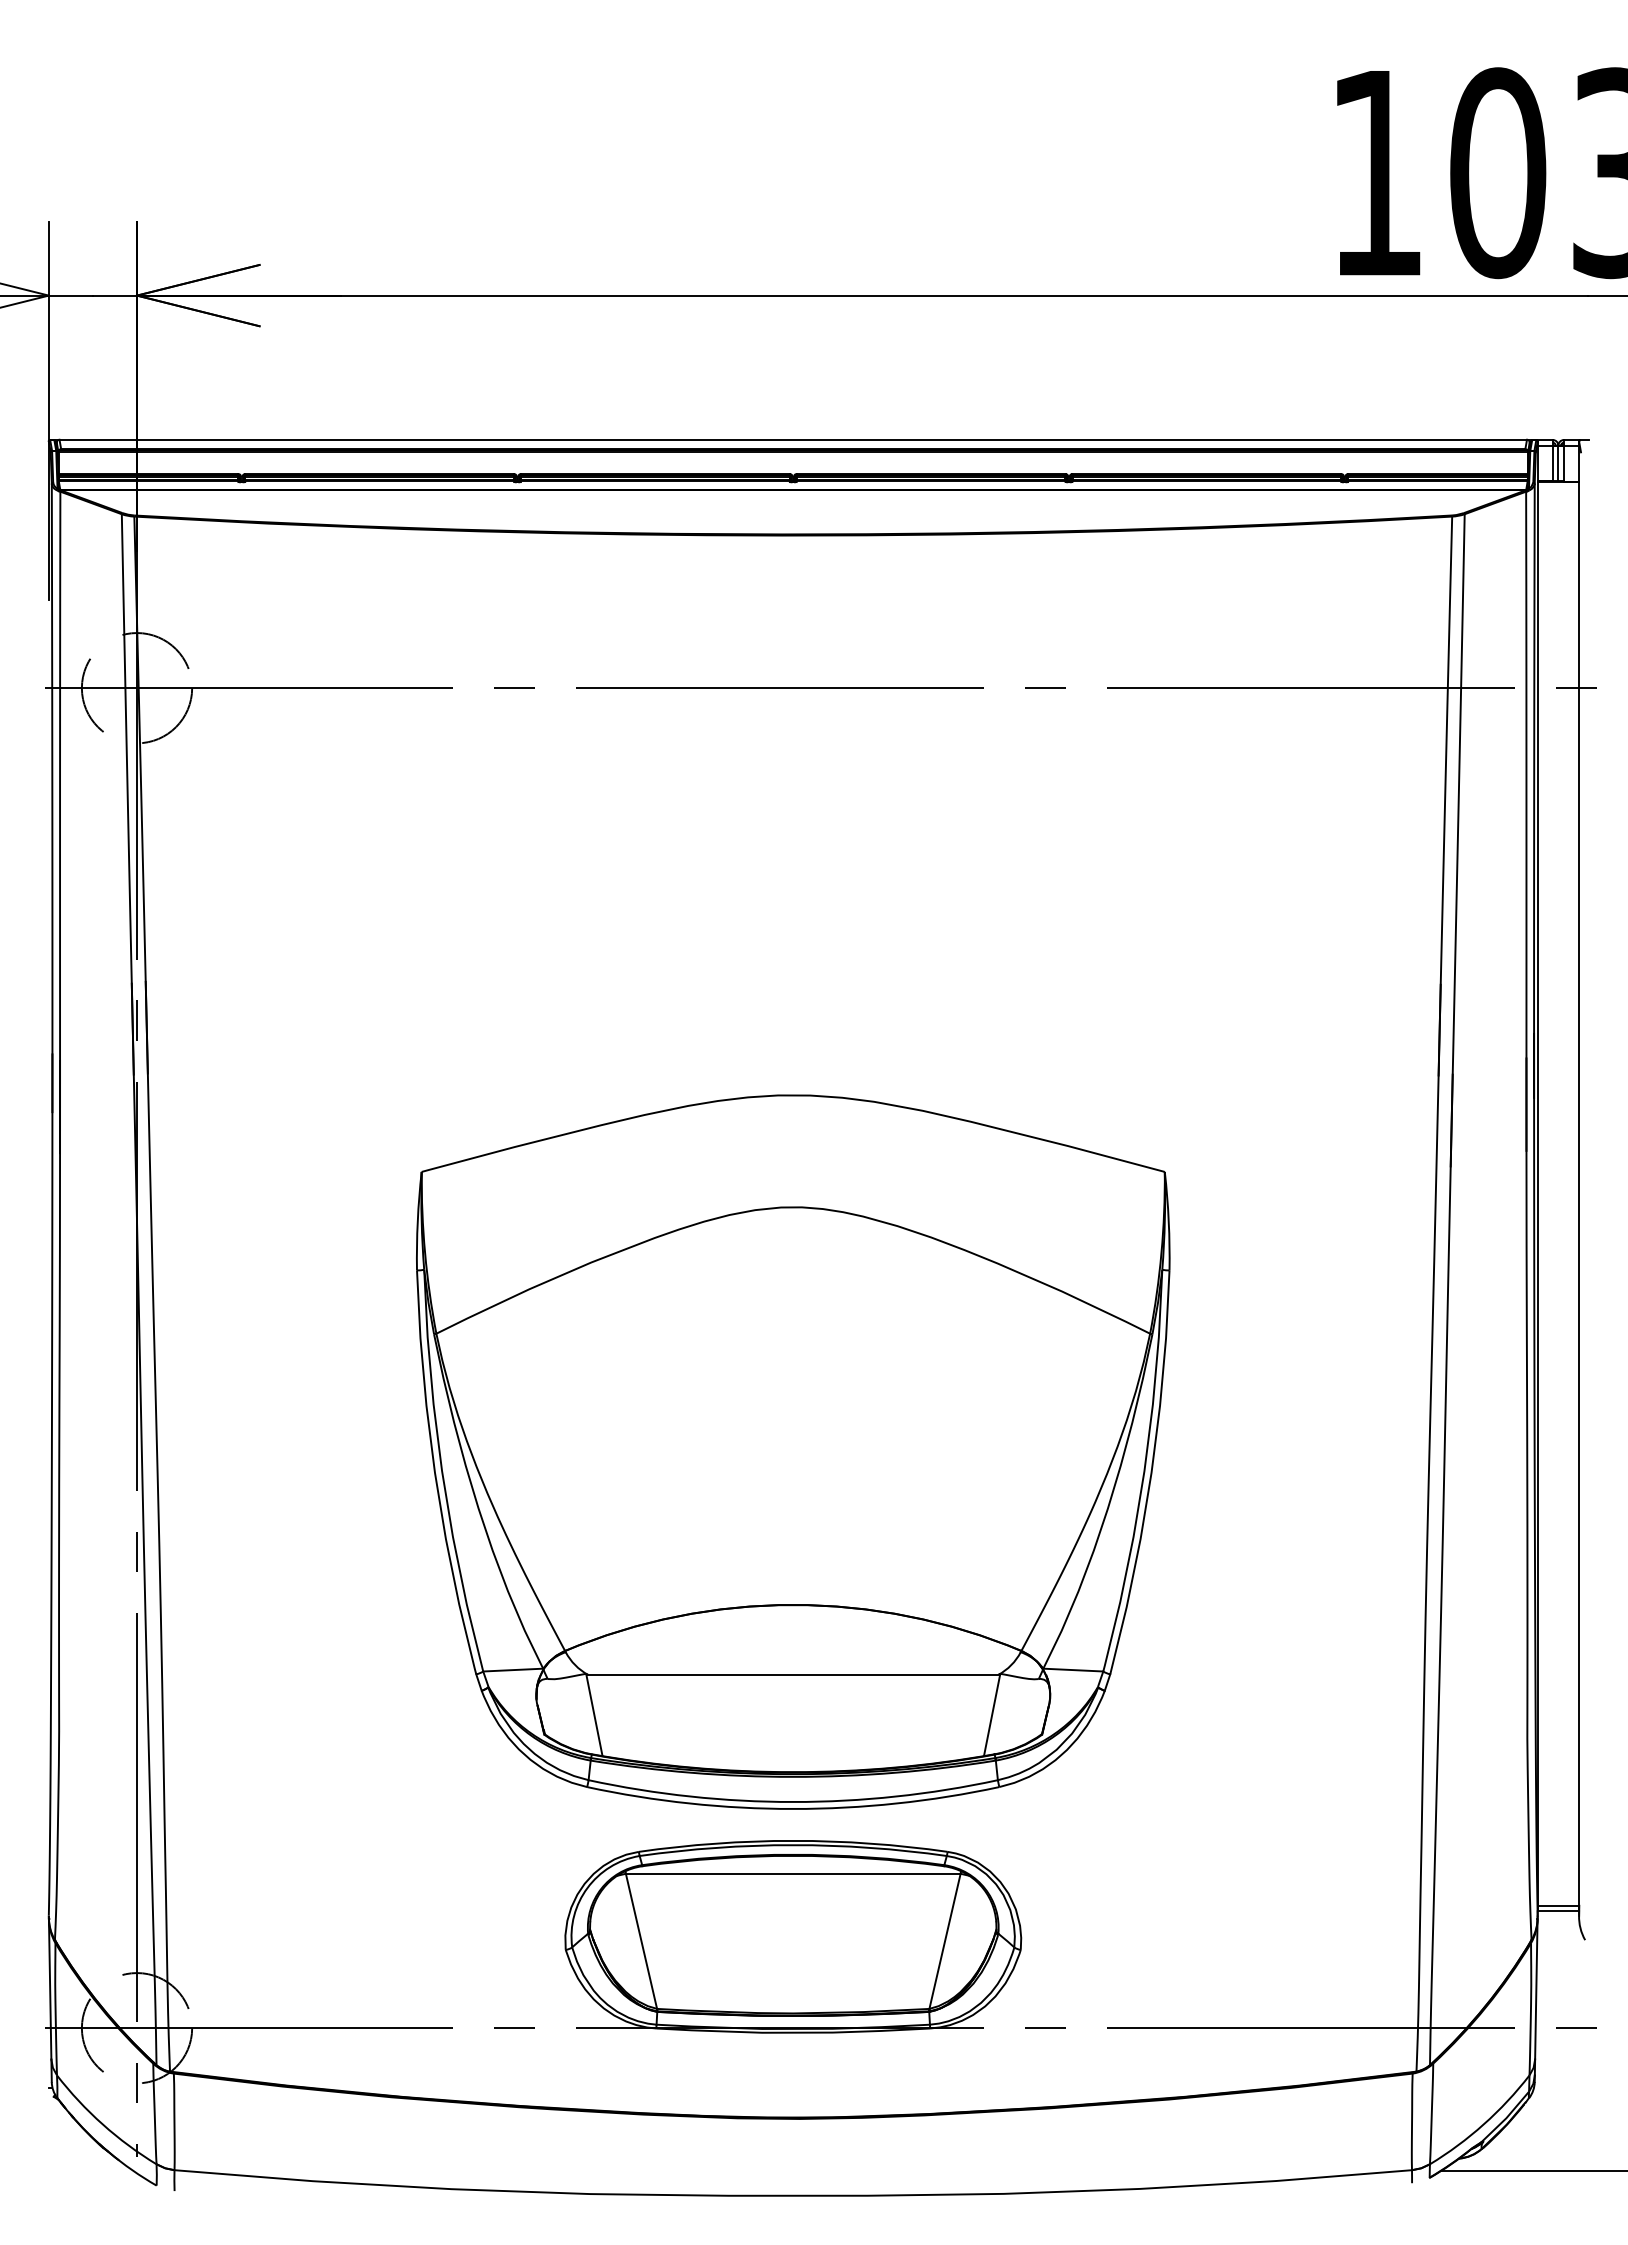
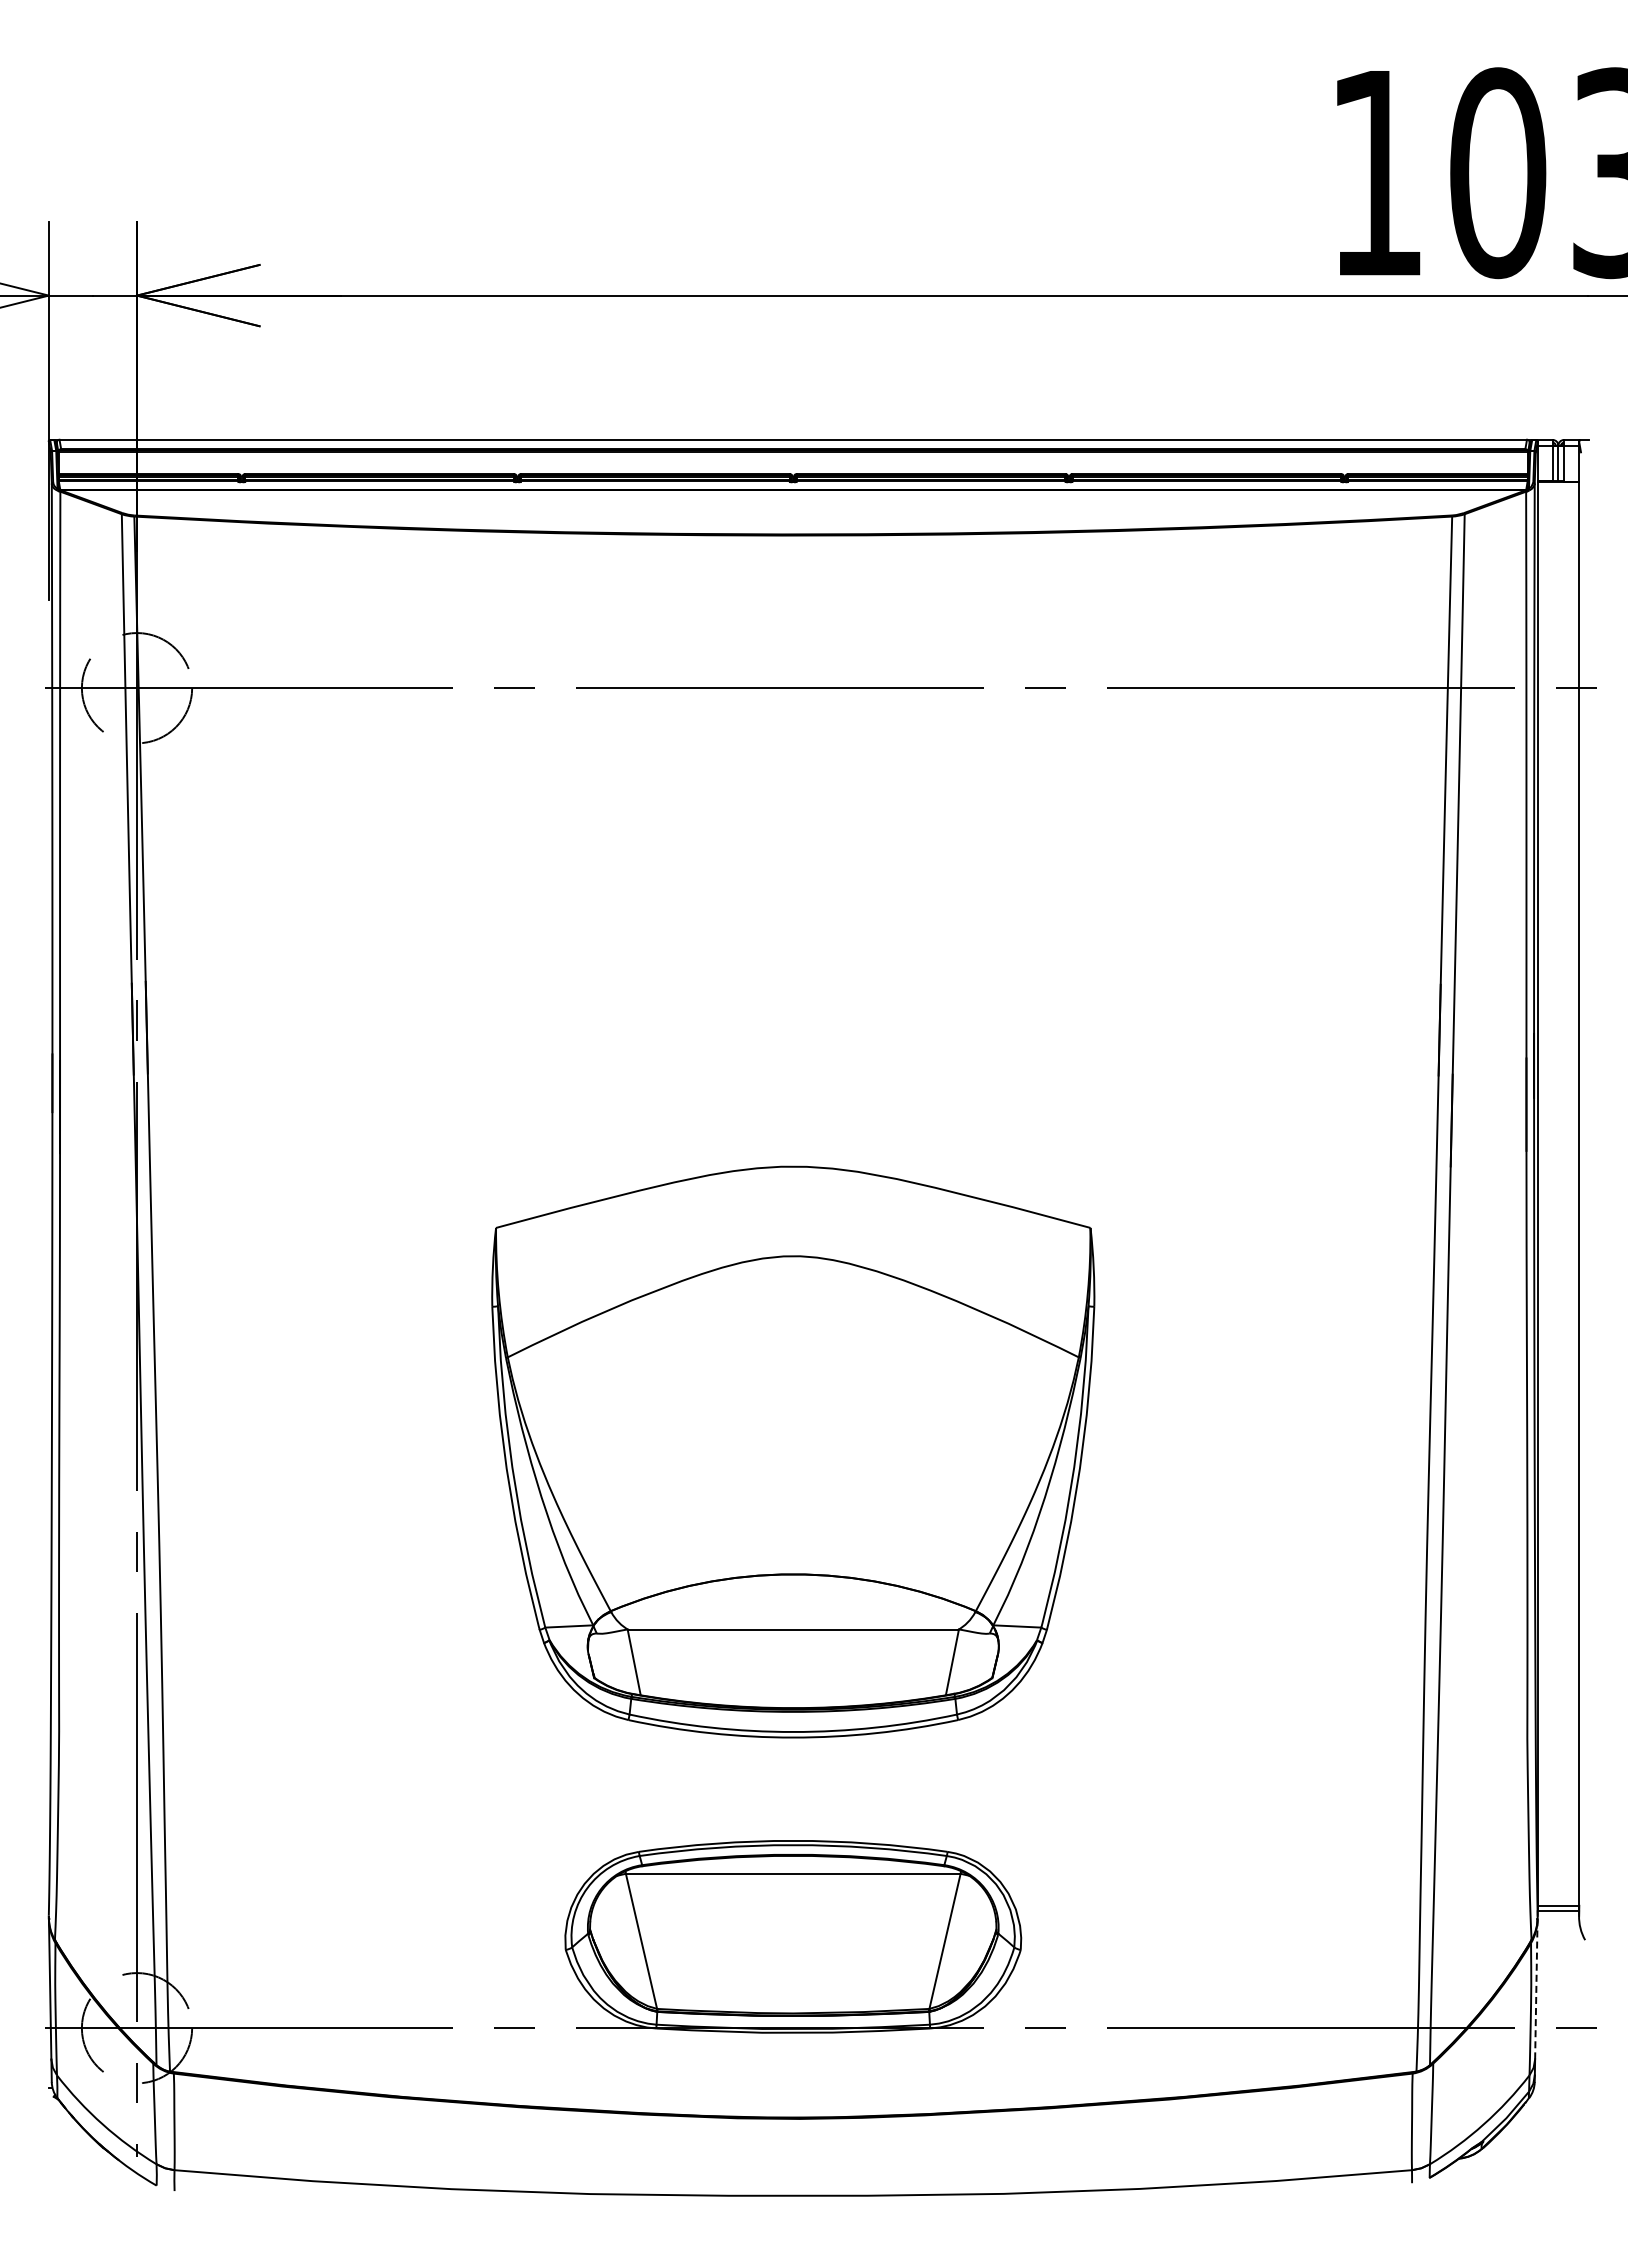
part at (793, 1451) size: 755x716 px -> 605x574 px
line at (1536, 1987): solid -> dashed
line at (1532, 2170): present -> none
